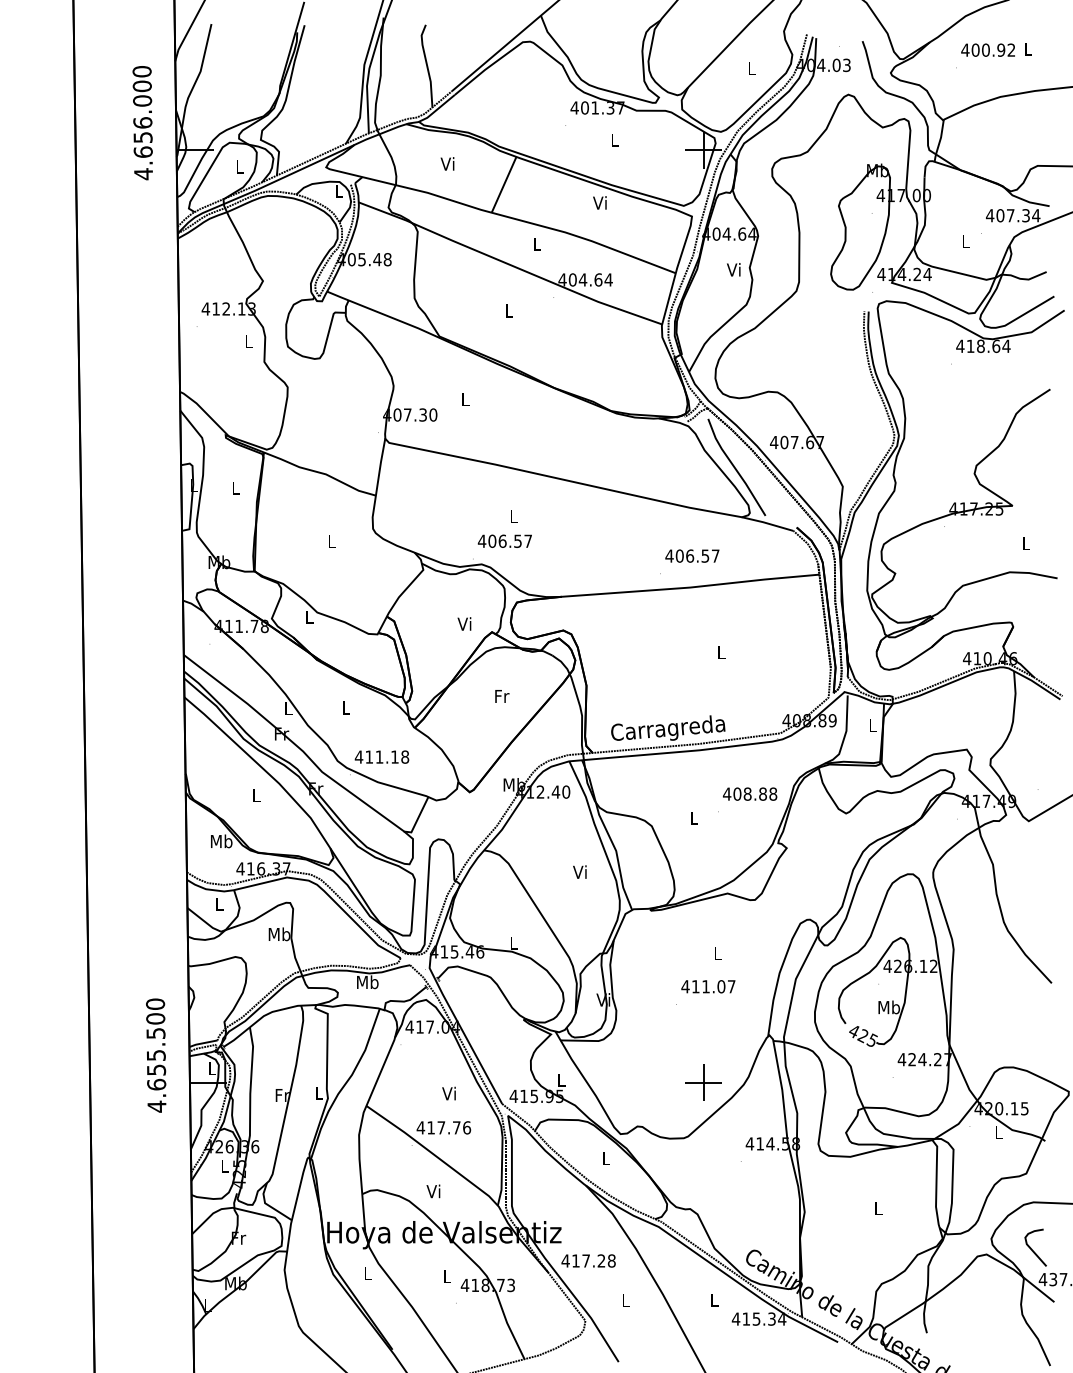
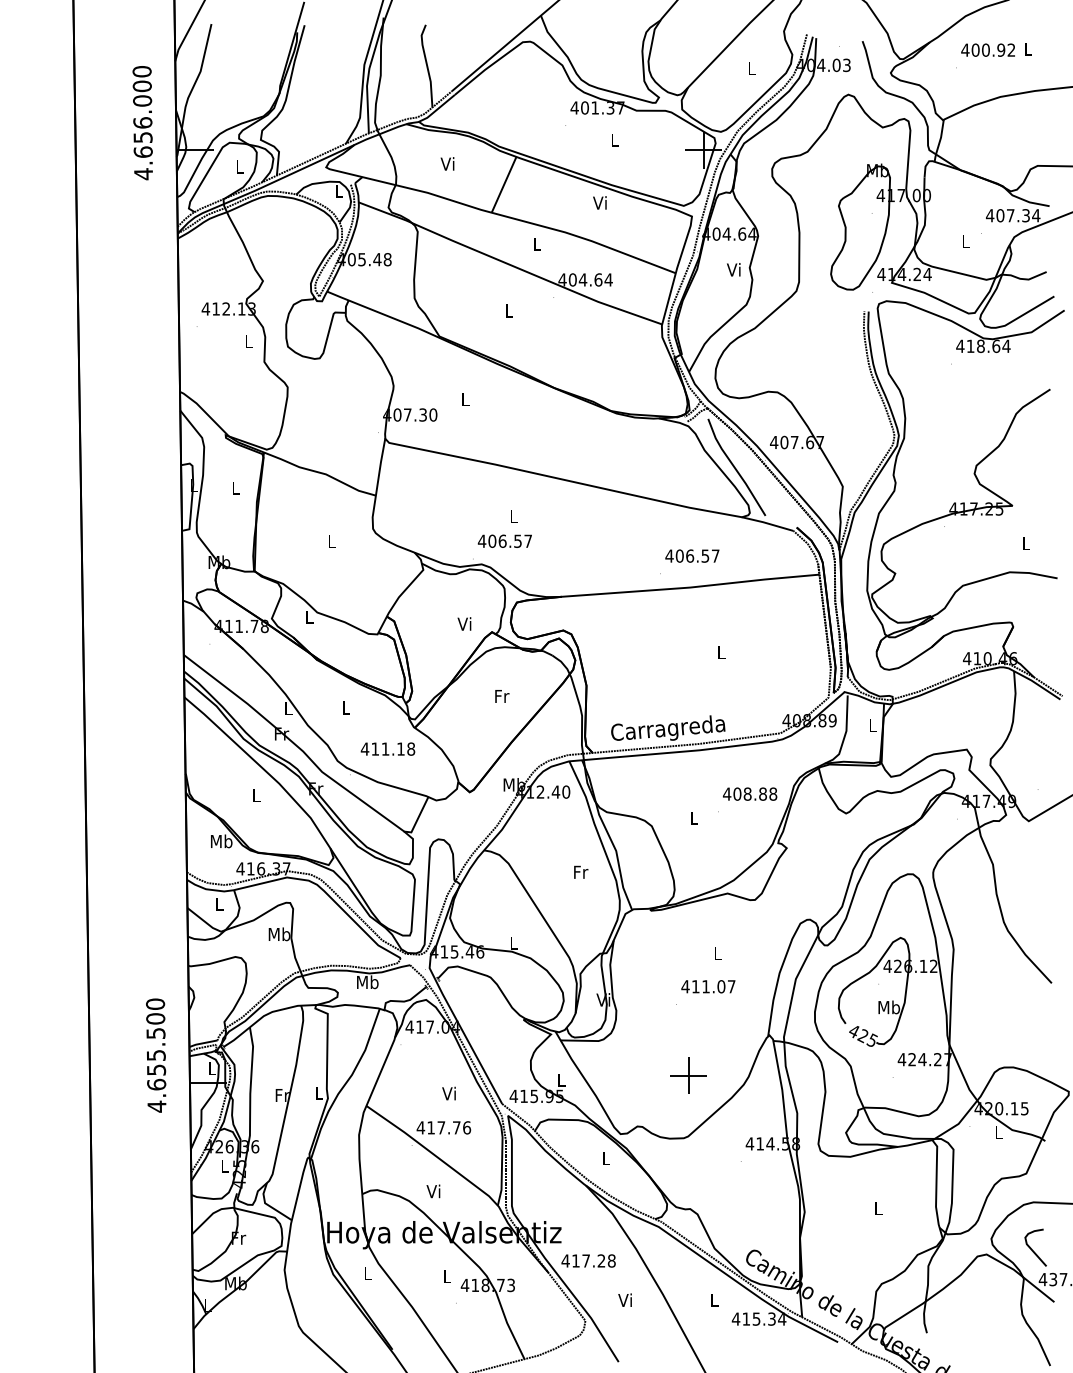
text at (381, 756) position: (381, 756) -> (387, 748)
text at (580, 871): Vi -> Fr
part at (703, 1082) position: (703, 1082) -> (688, 1075)
text at (624, 1299): L -> Vi
